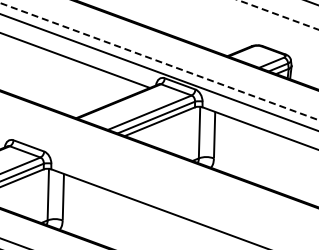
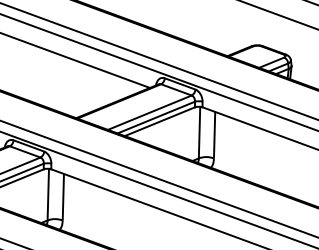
line at (277, 14): dashed -> solid
line at (160, 61): dashed -> solid
line at (158, 178): none -> present
line at (157, 189): none -> present
